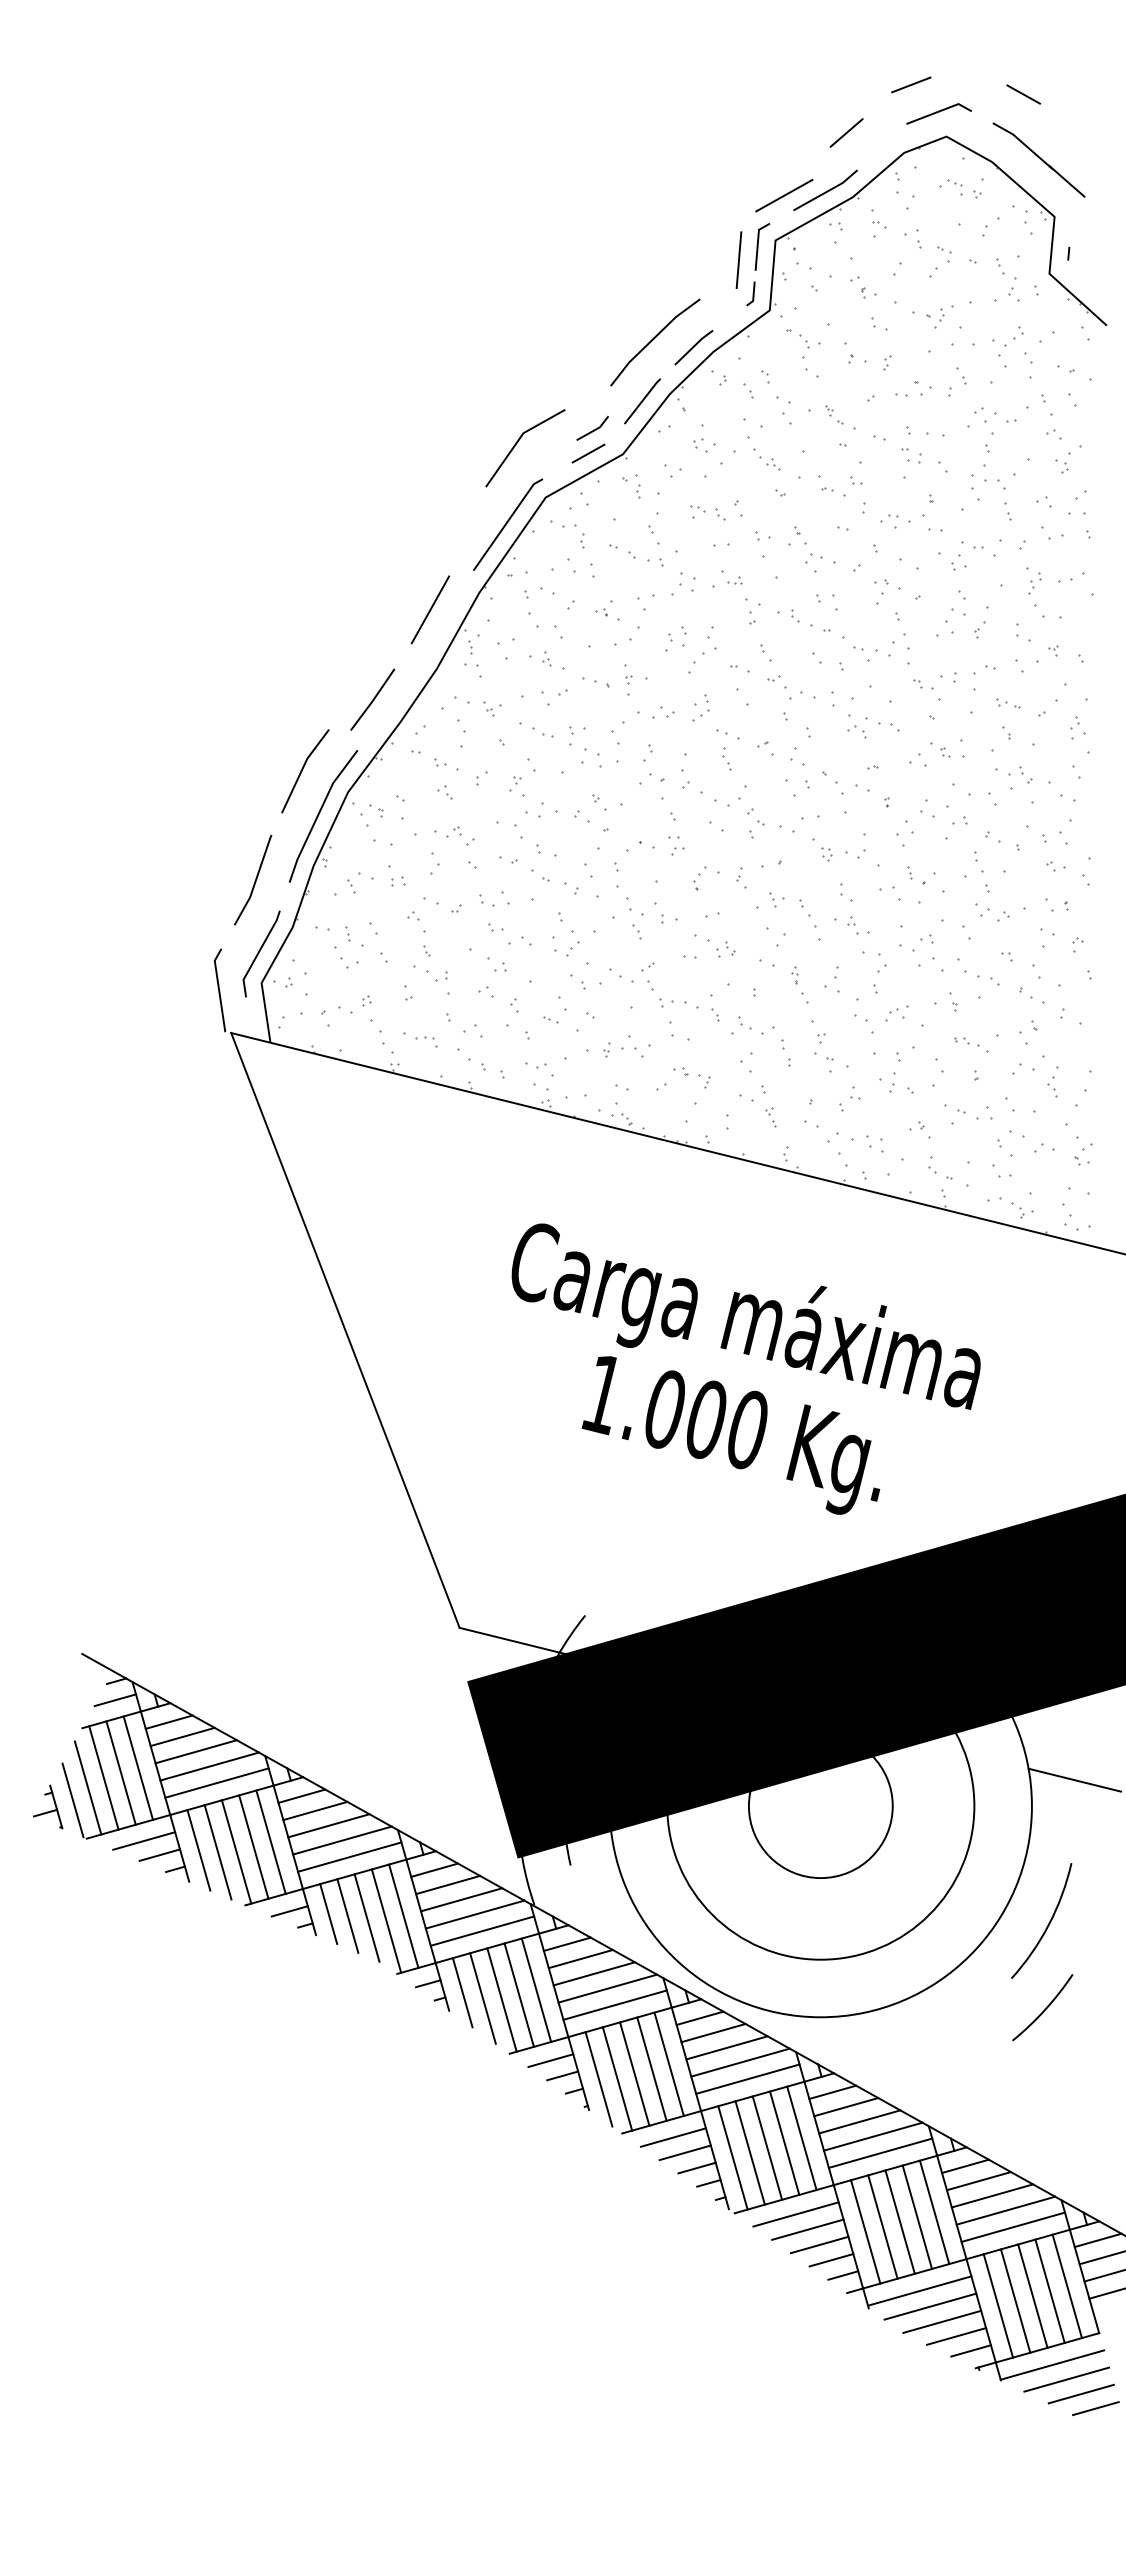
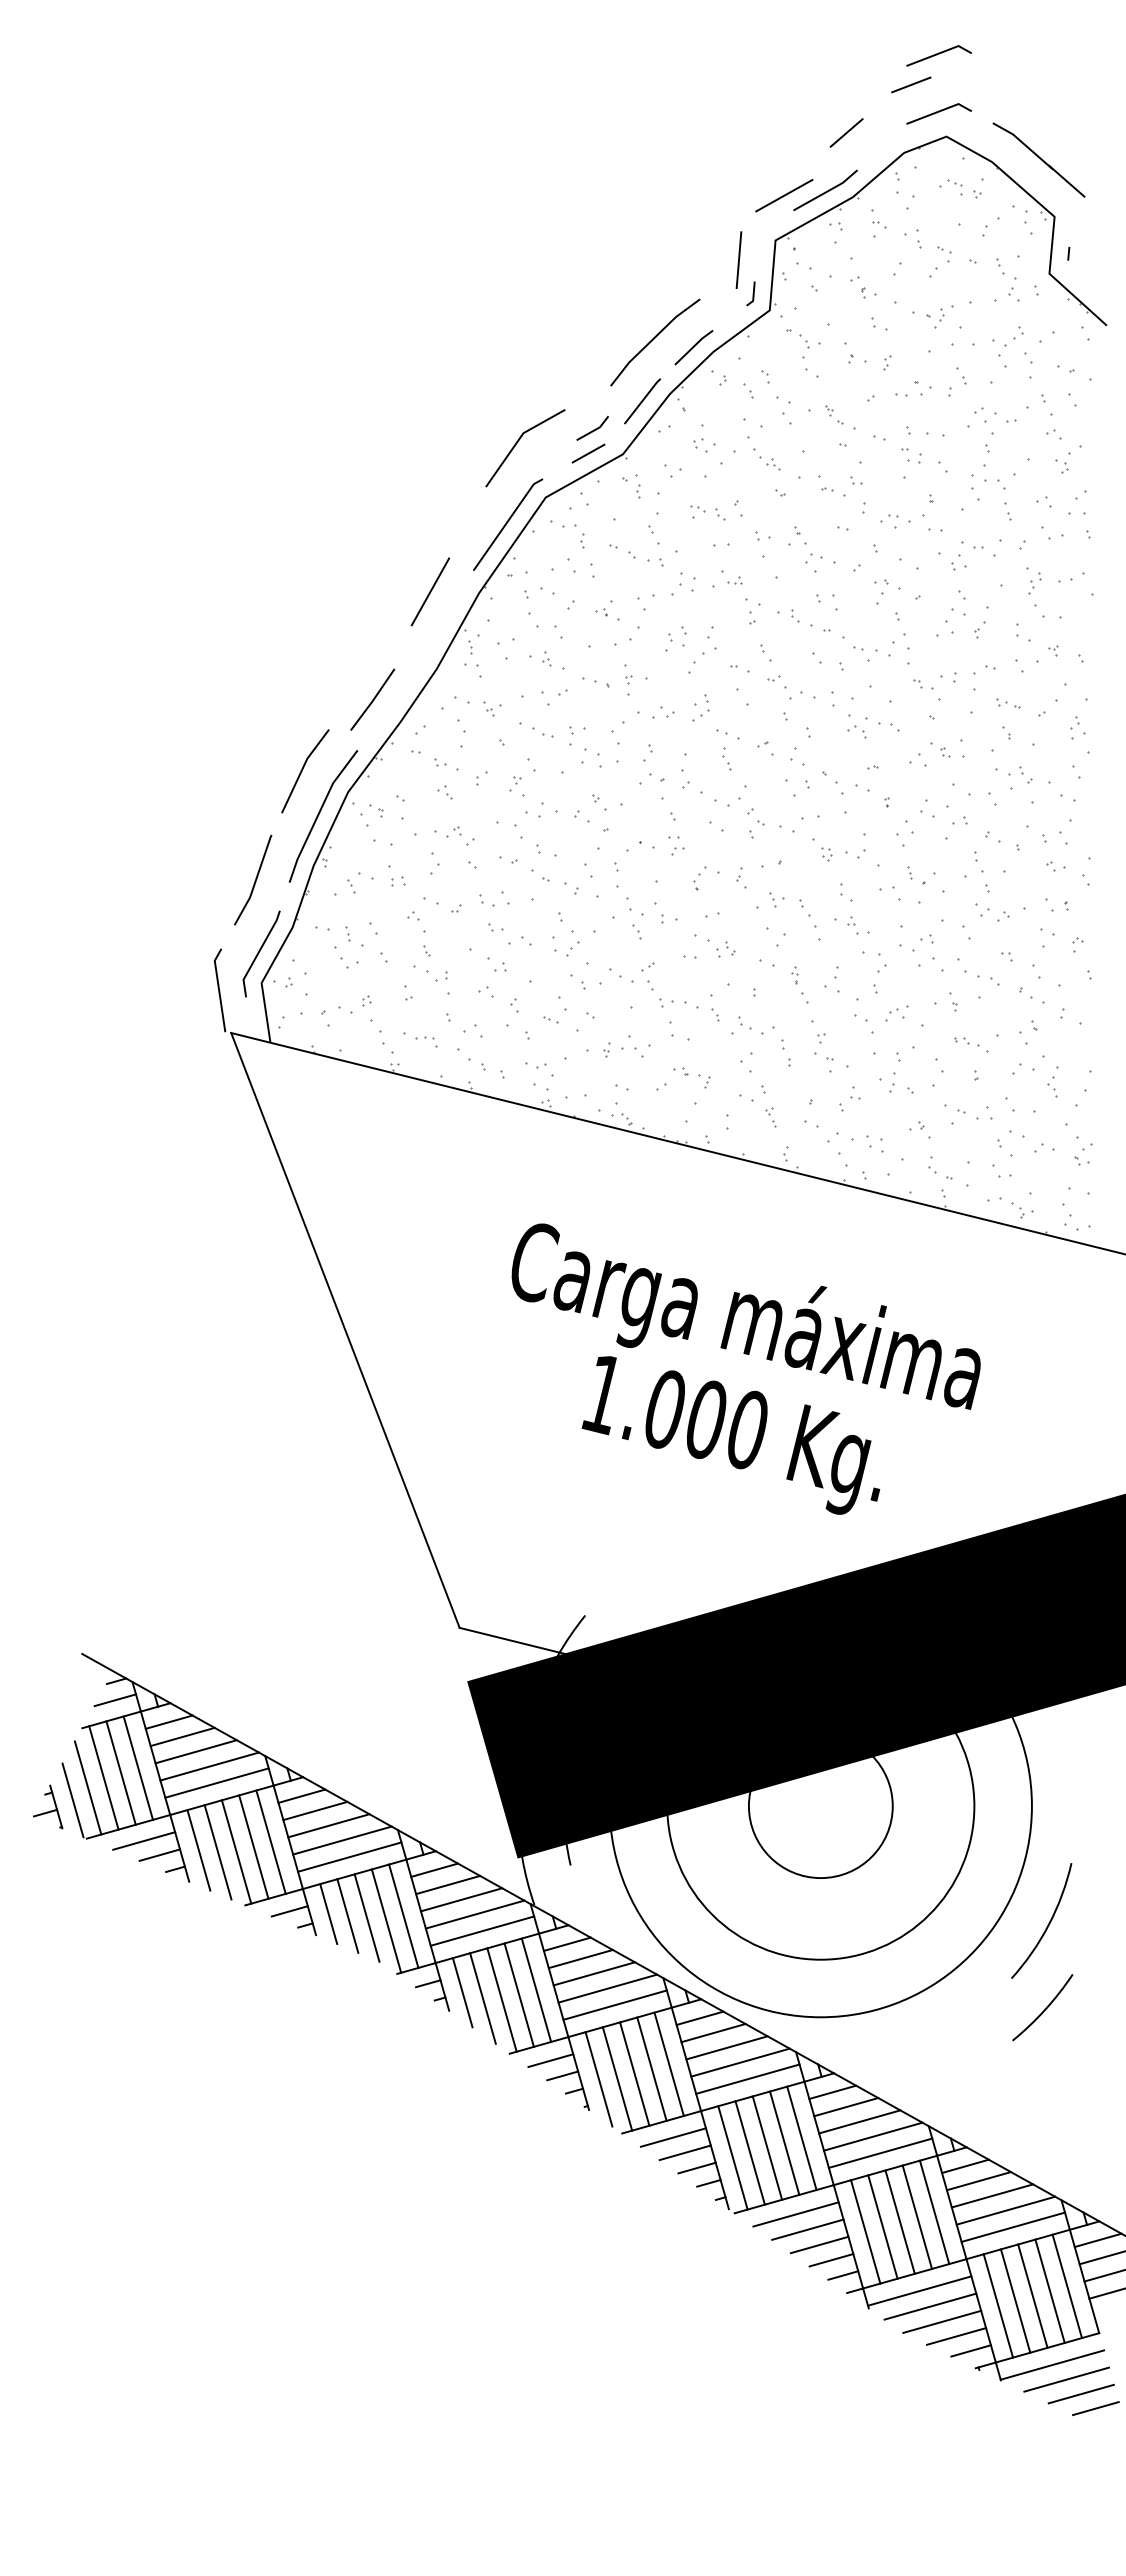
line at (938, 54): none -> present
line at (1023, 94): present -> none
line at (758, 246): present -> none
line at (430, 609) position: (430, 609) -> (430, 591)
line at (1074, 1779): present -> none
